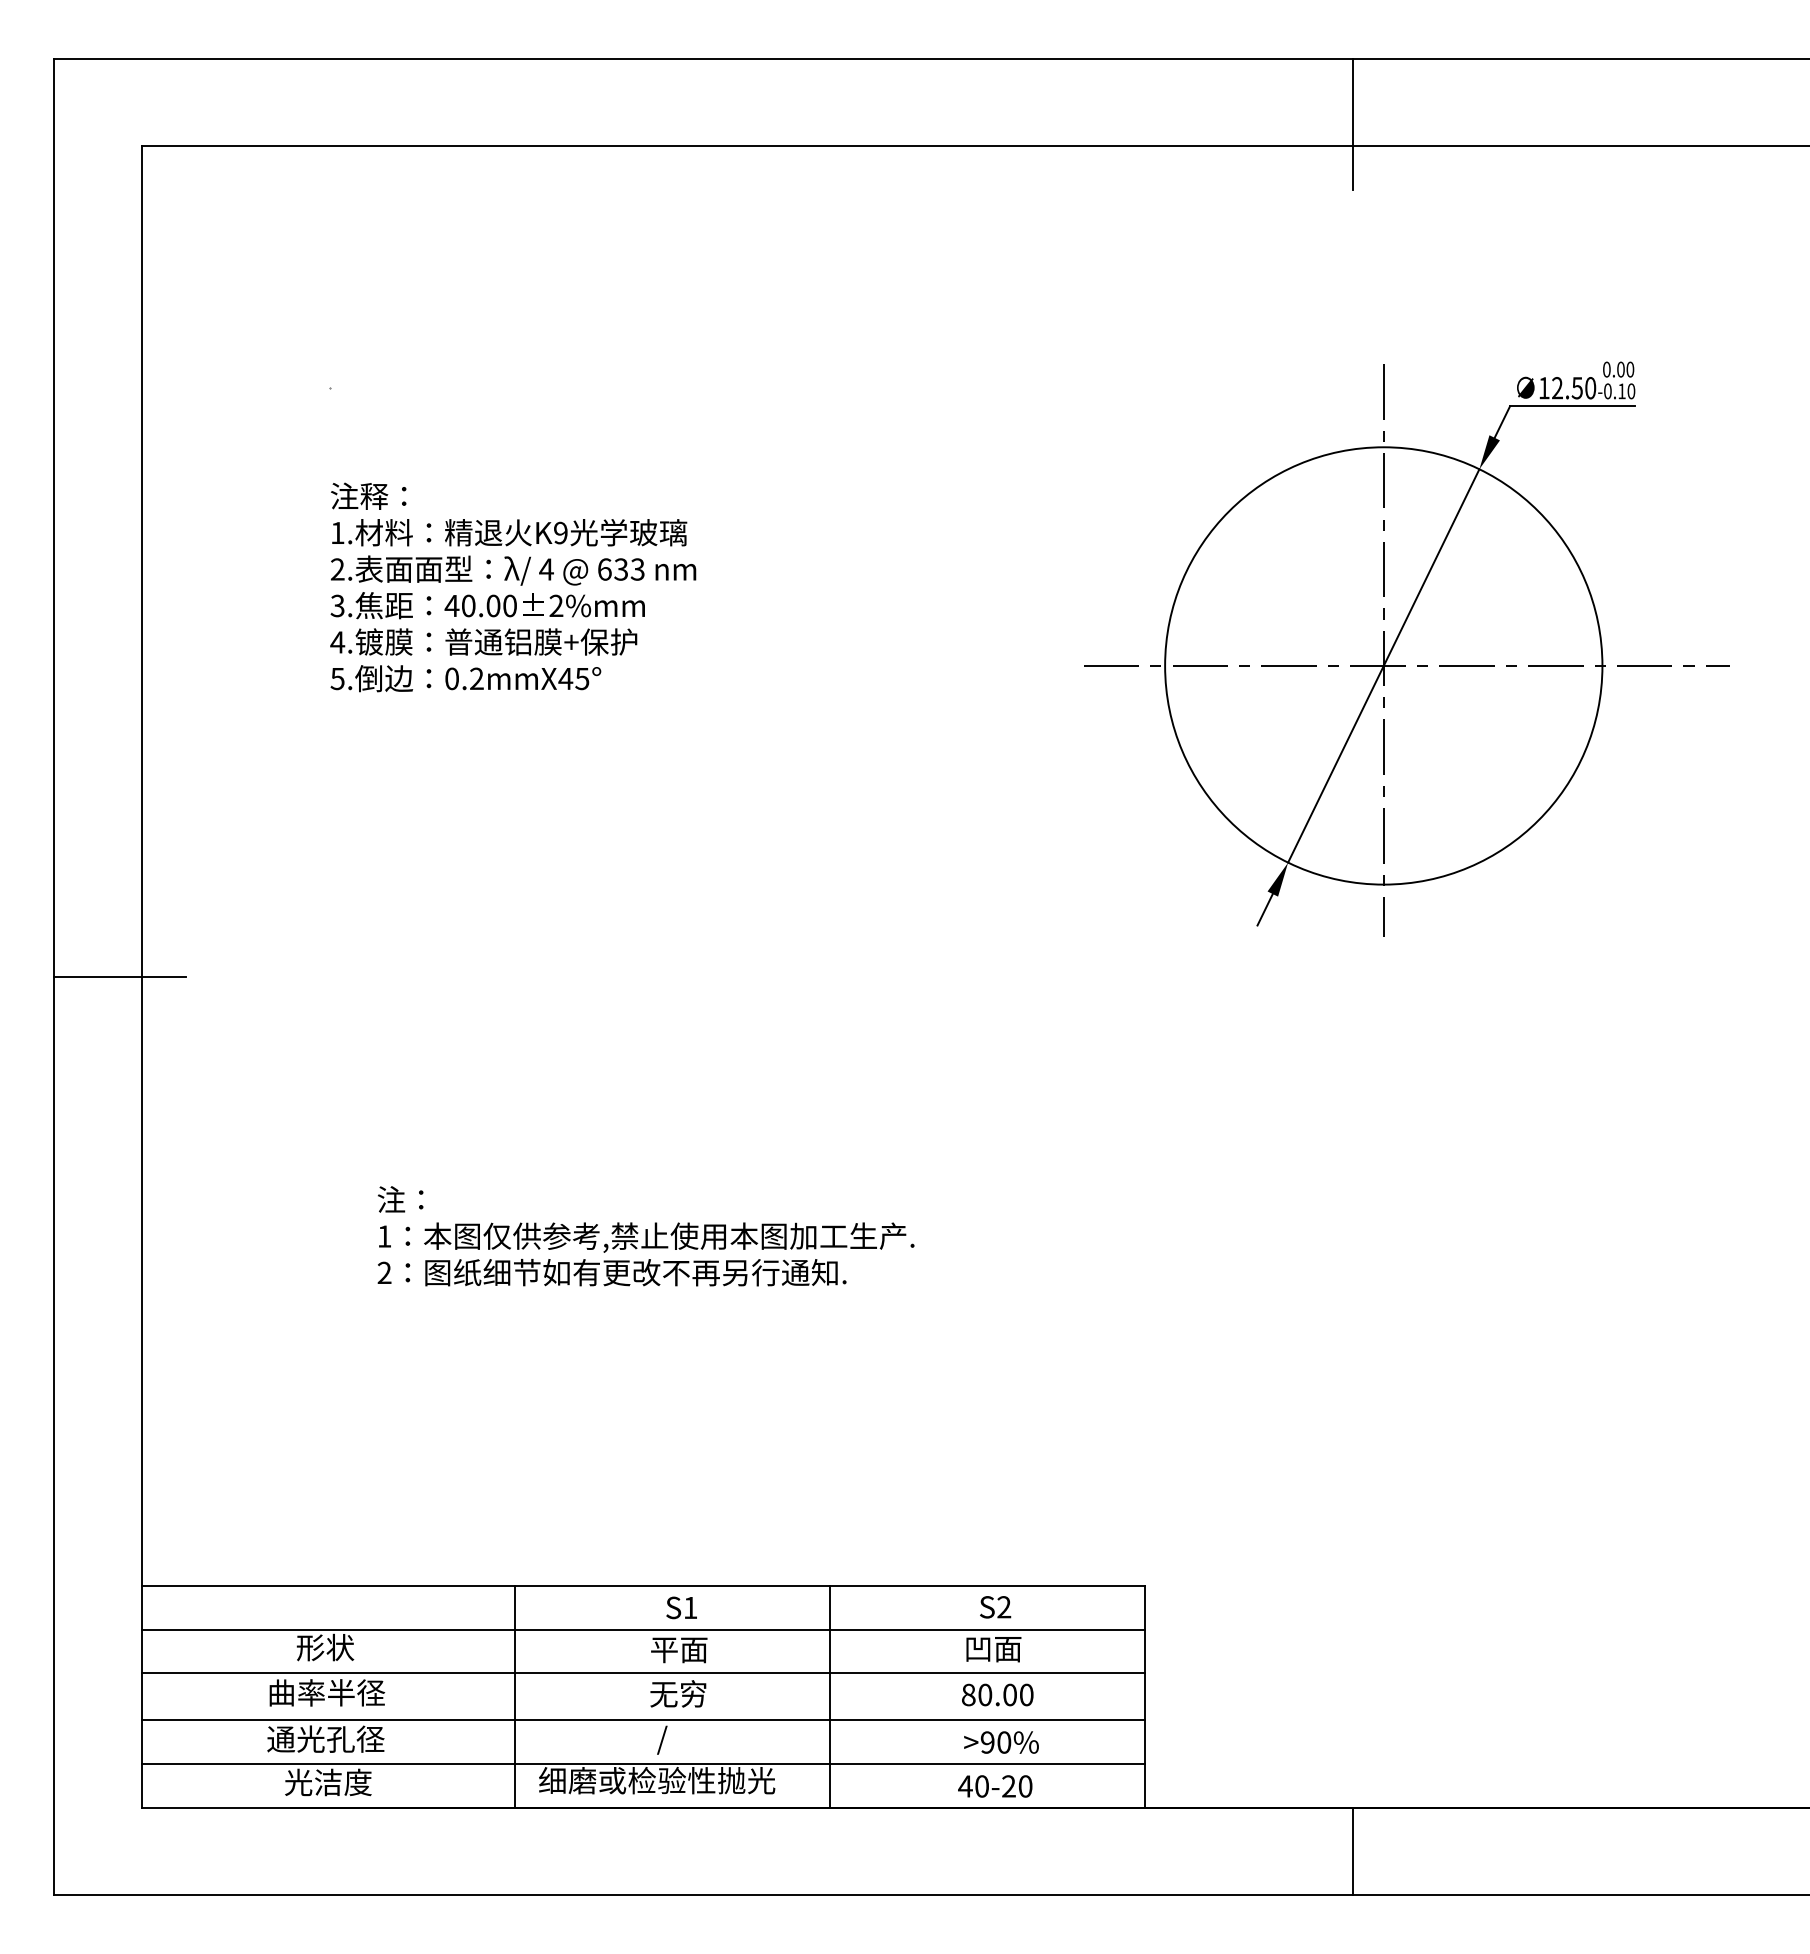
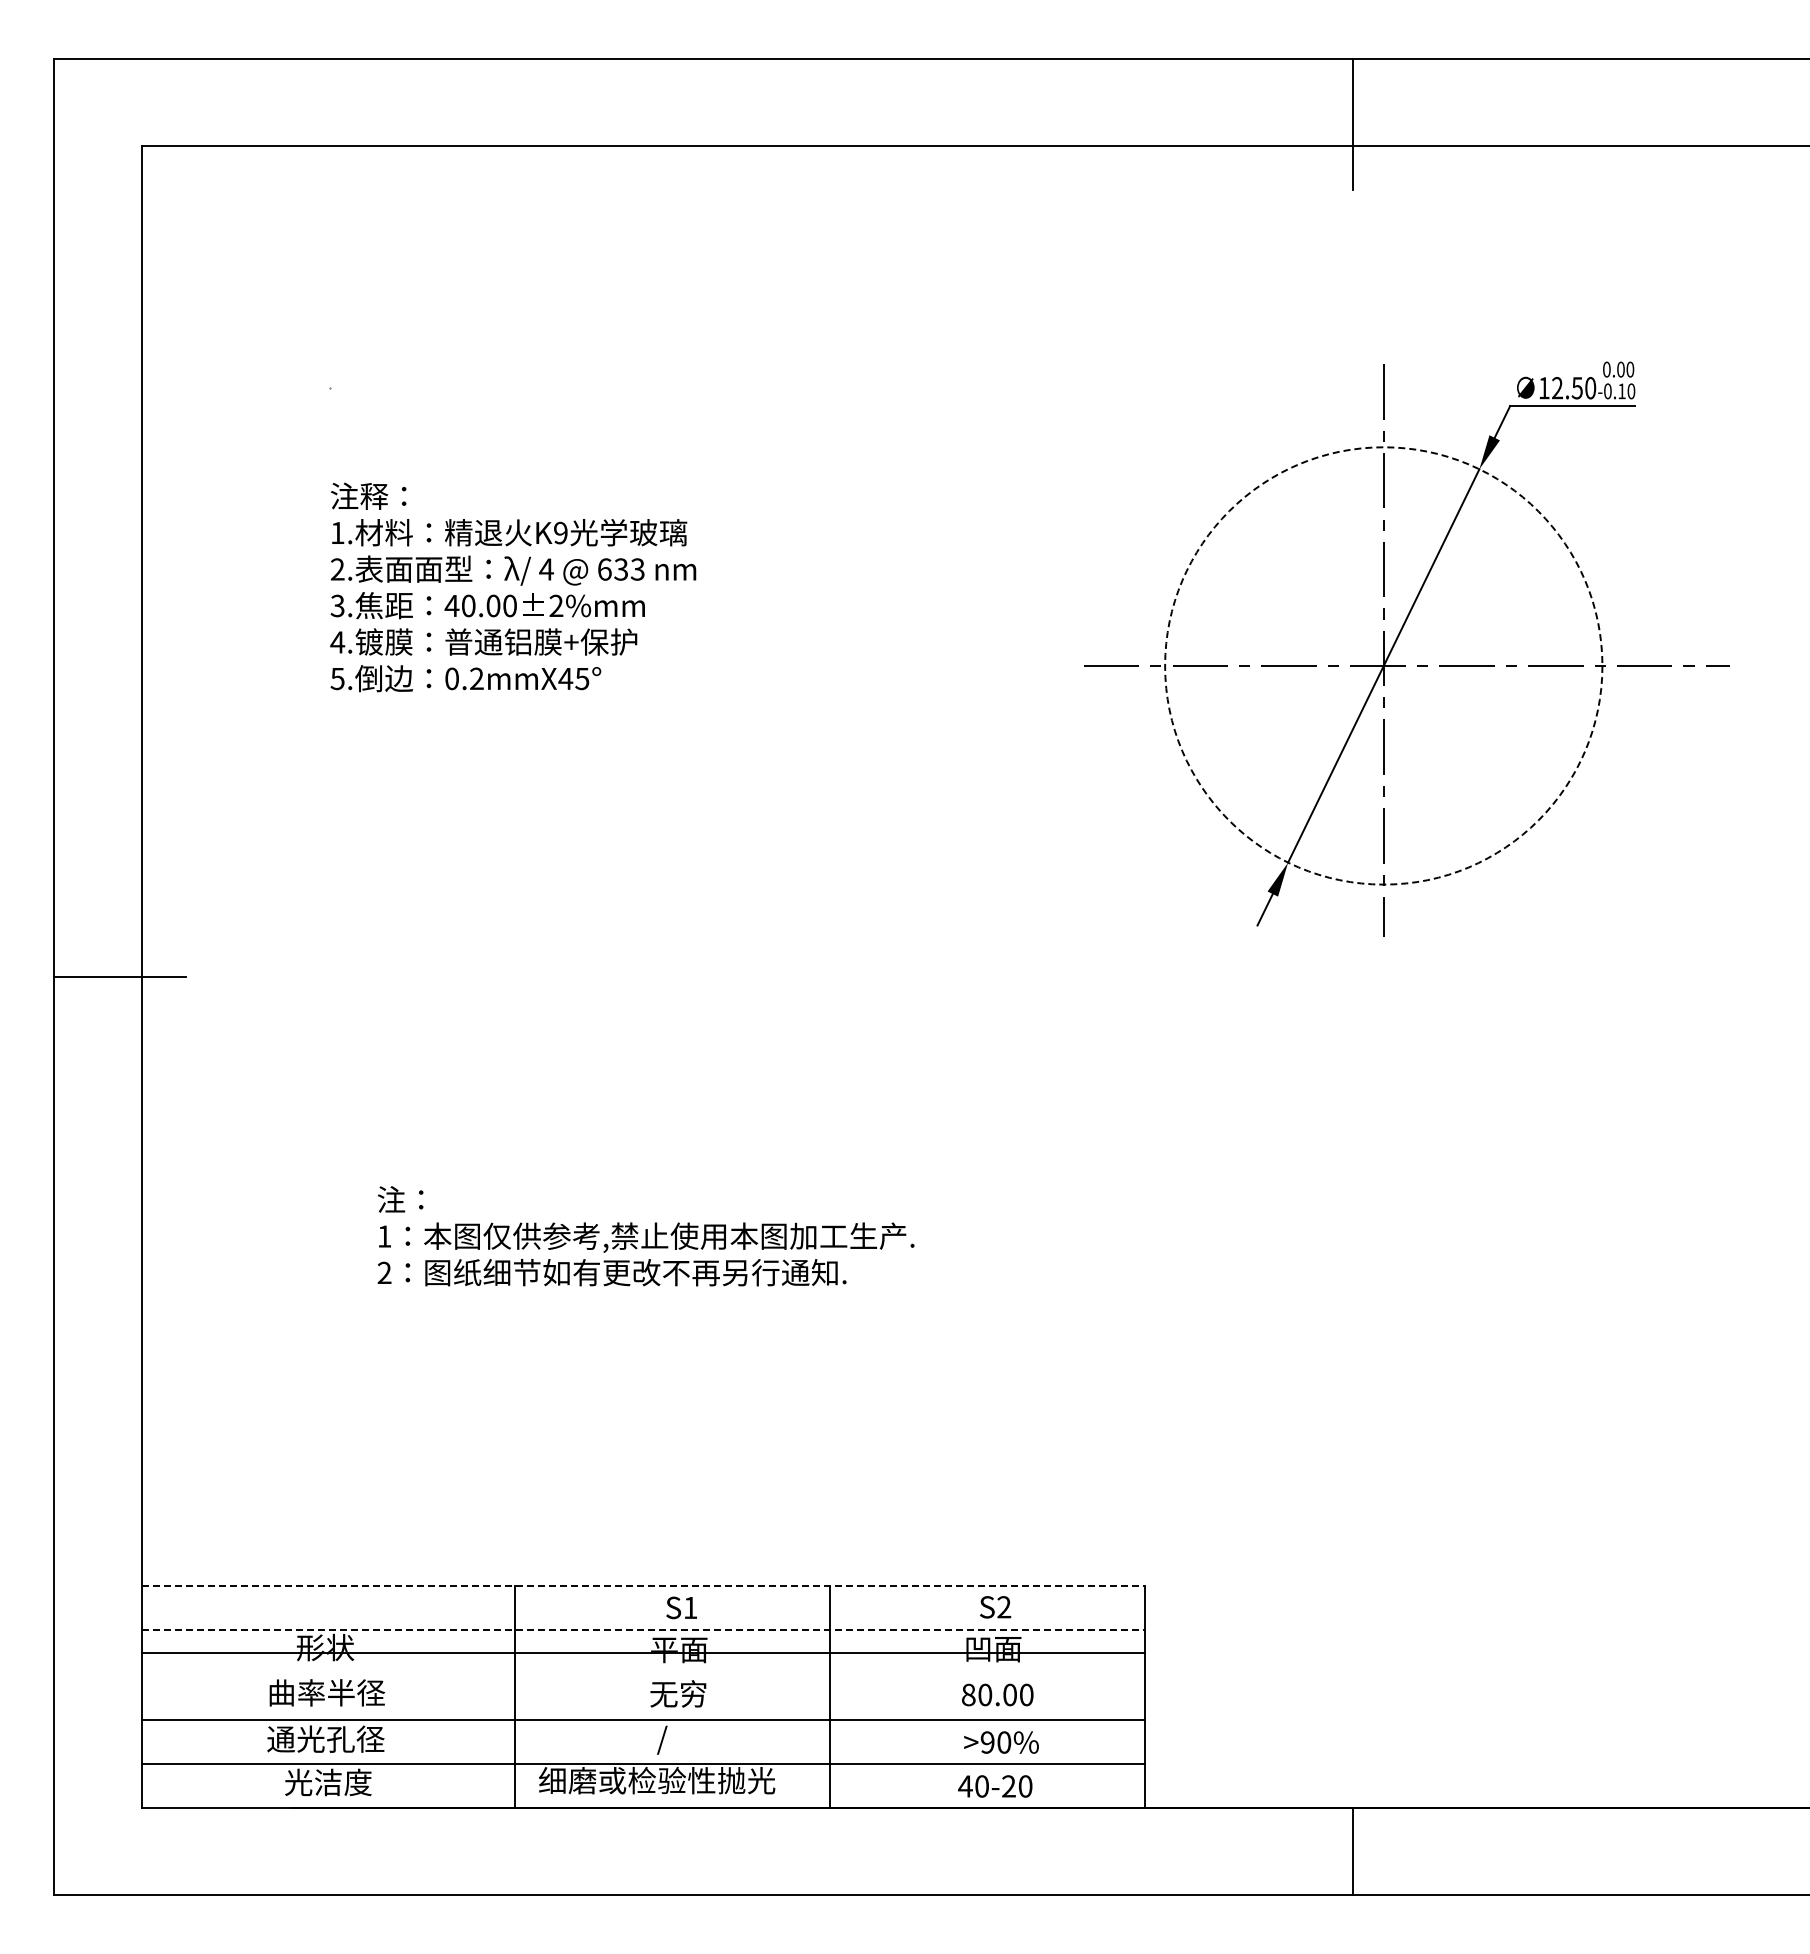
circle at (1383, 665): solid -> dashed
line at (643, 1586): solid -> dashed
line at (643, 1630): solid -> dashed
line at (642, 1673) position: (642, 1673) -> (642, 1653)
